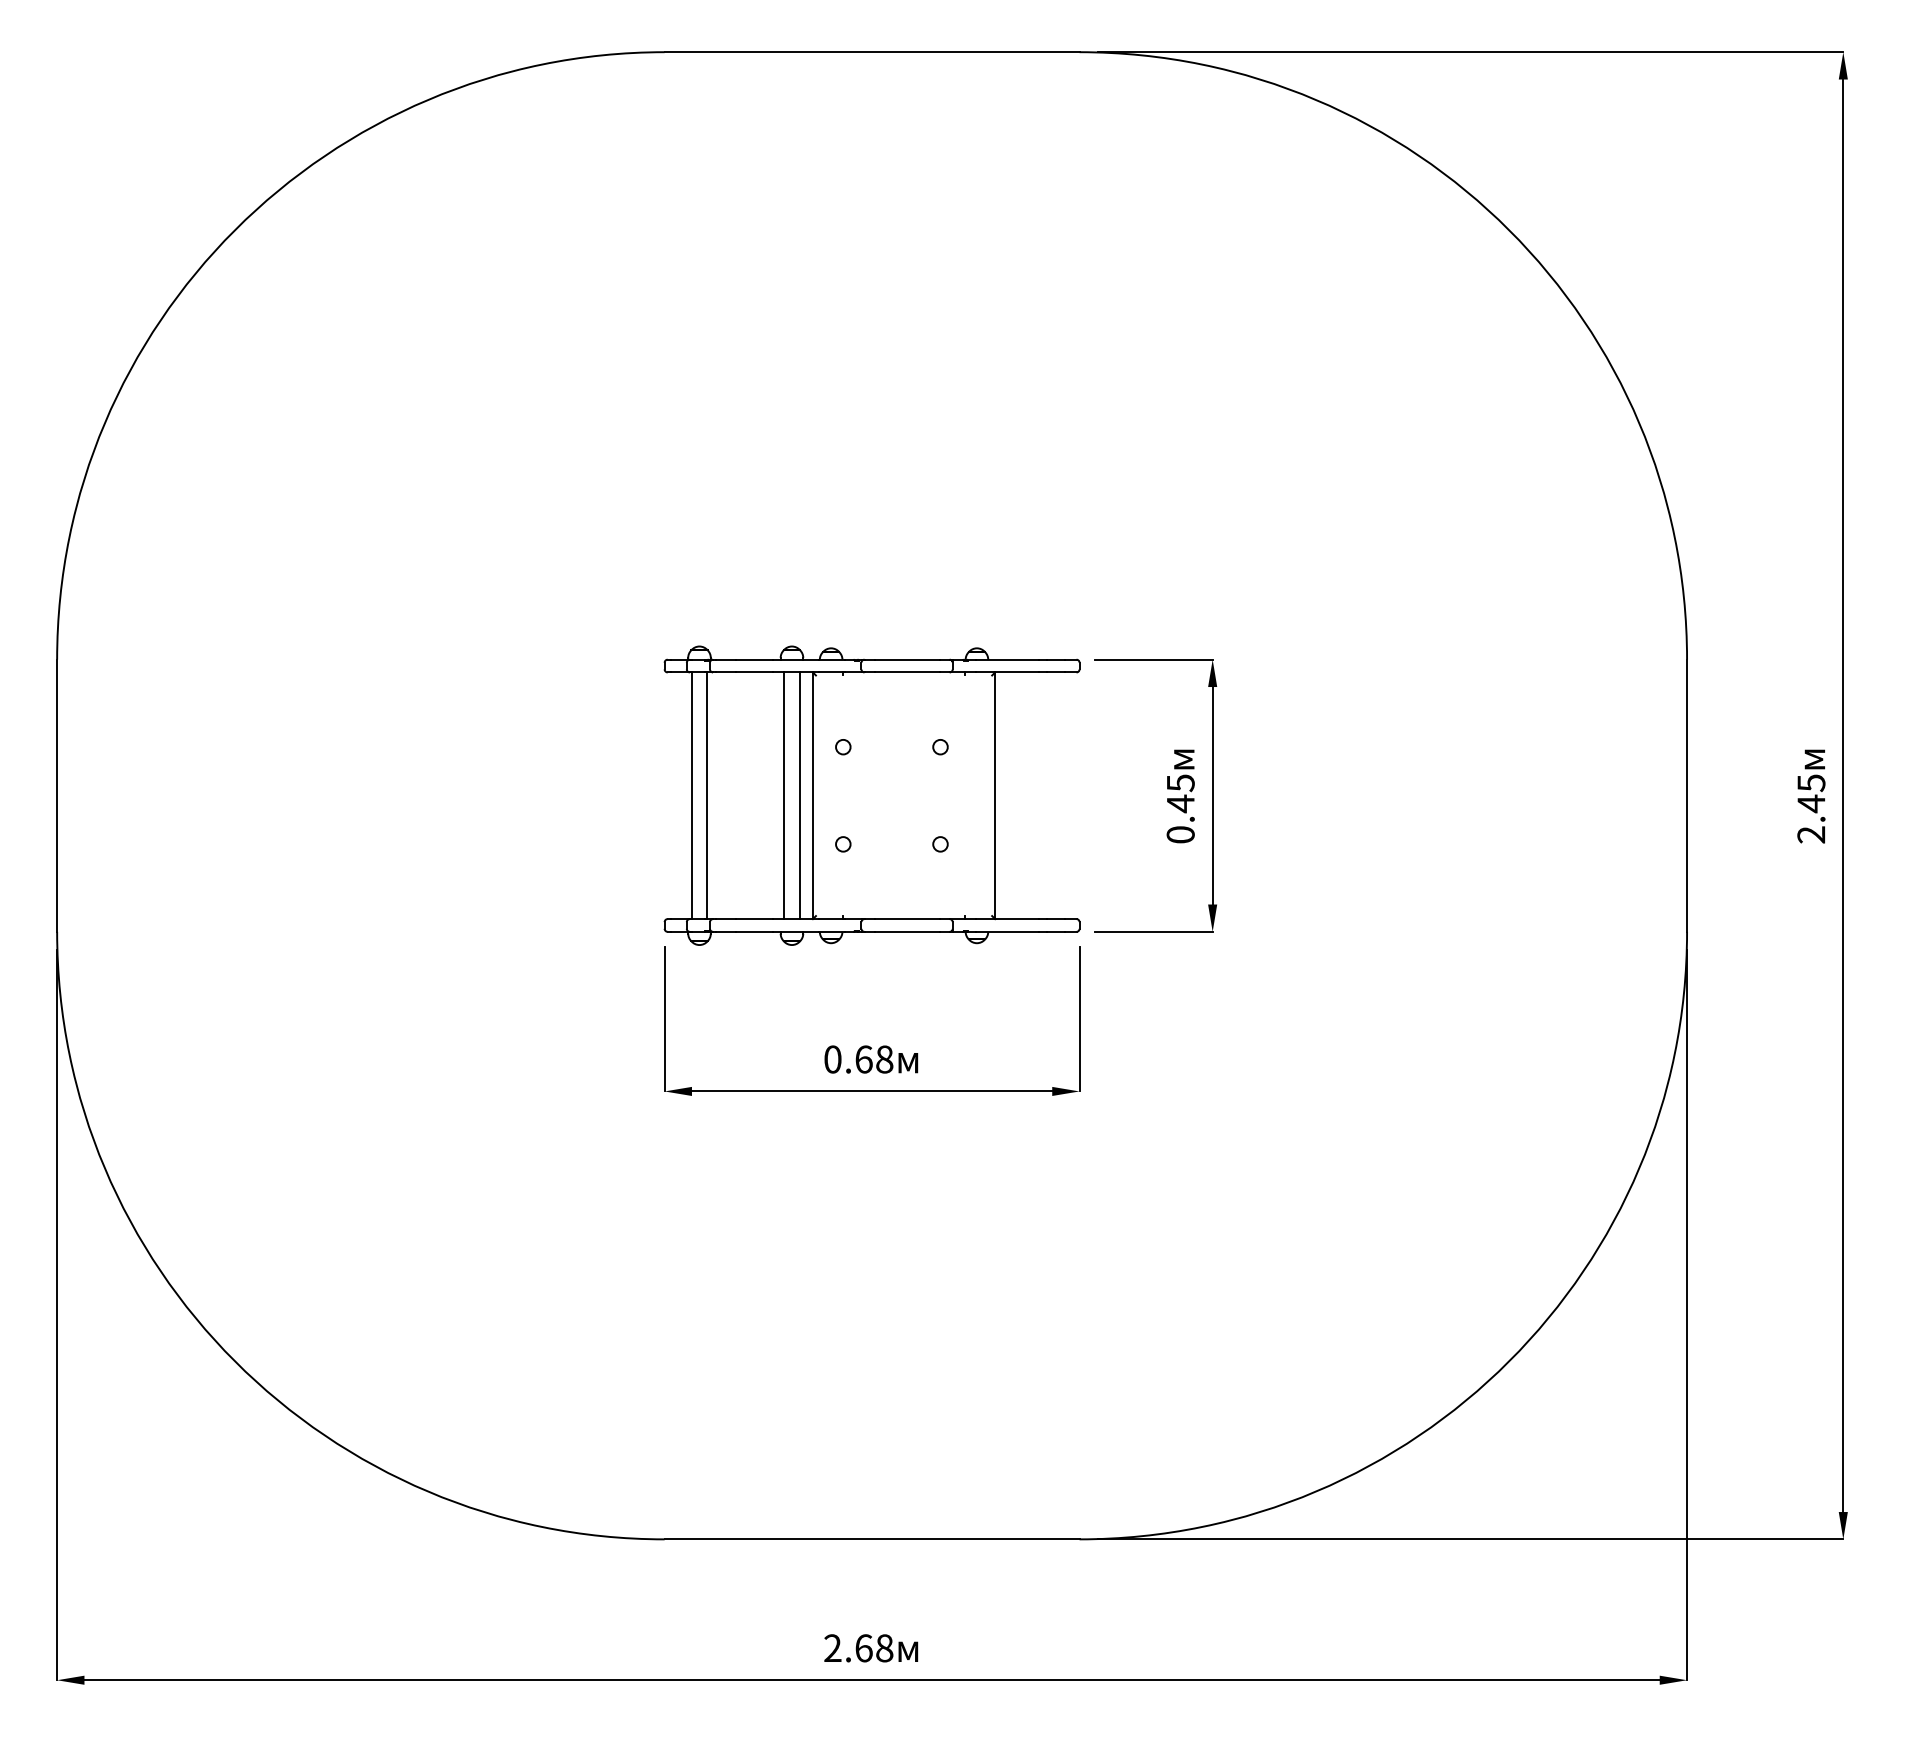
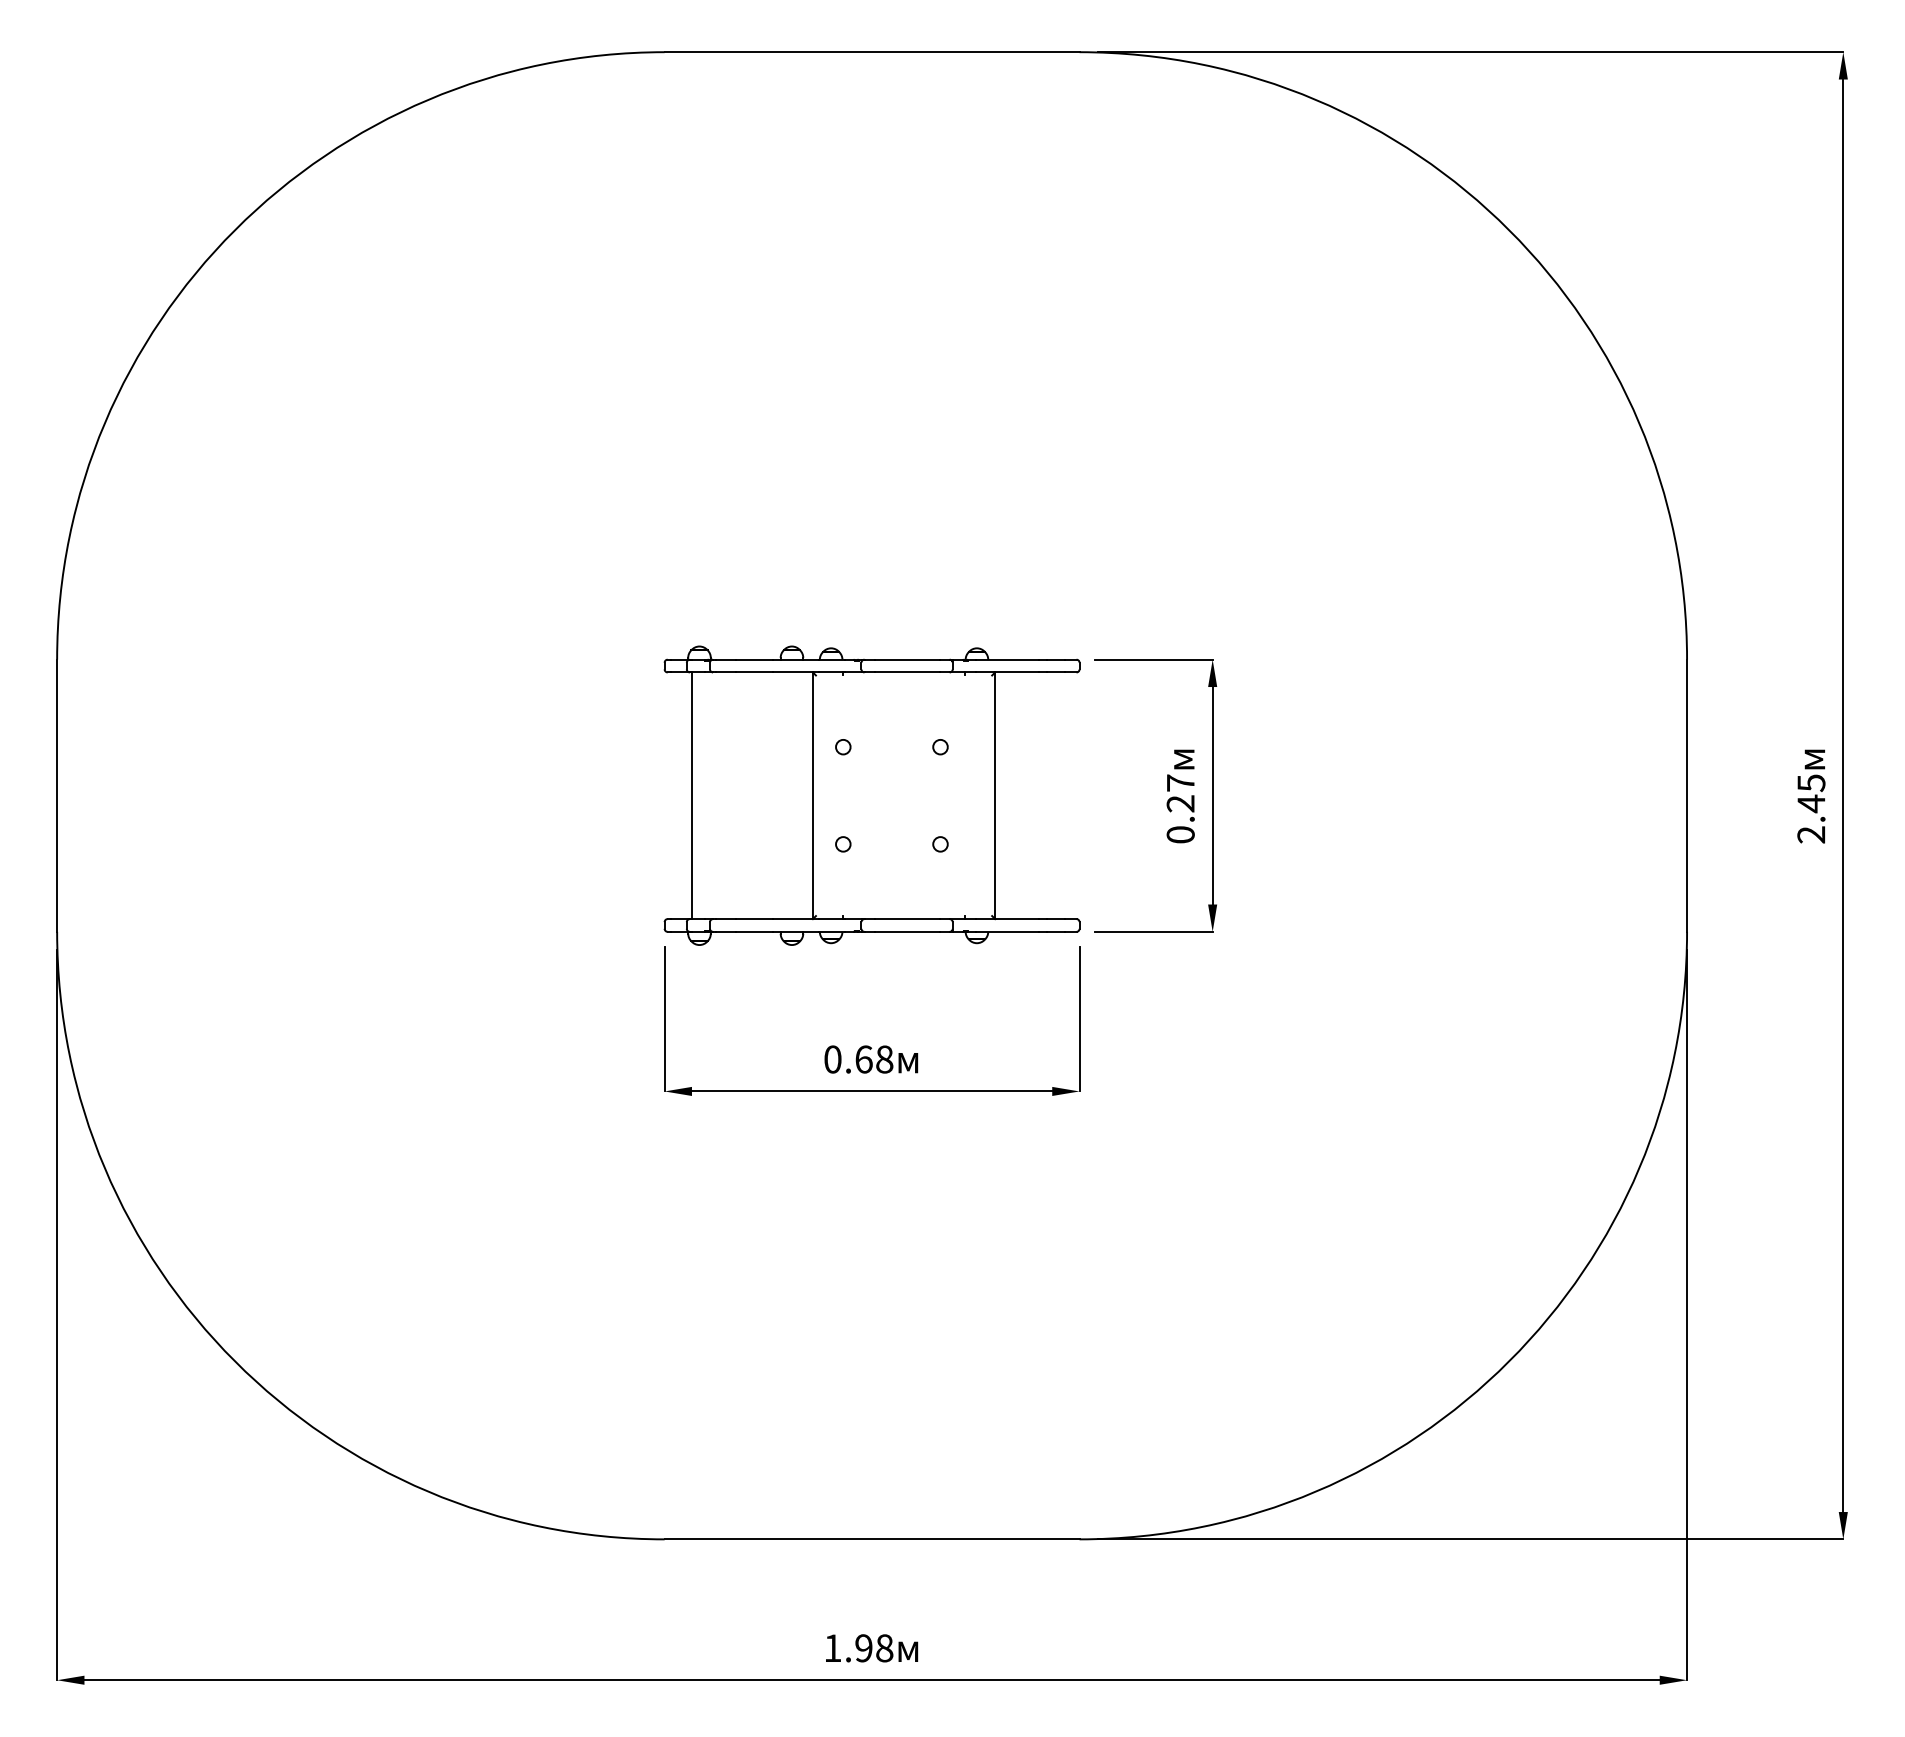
text at (1180, 793): 0.45 -> 0.27
line at (707, 795): present -> none
line at (784, 795): present -> none
line at (799, 795): present -> none
text at (848, 1648): 2.68 -> 1.98
